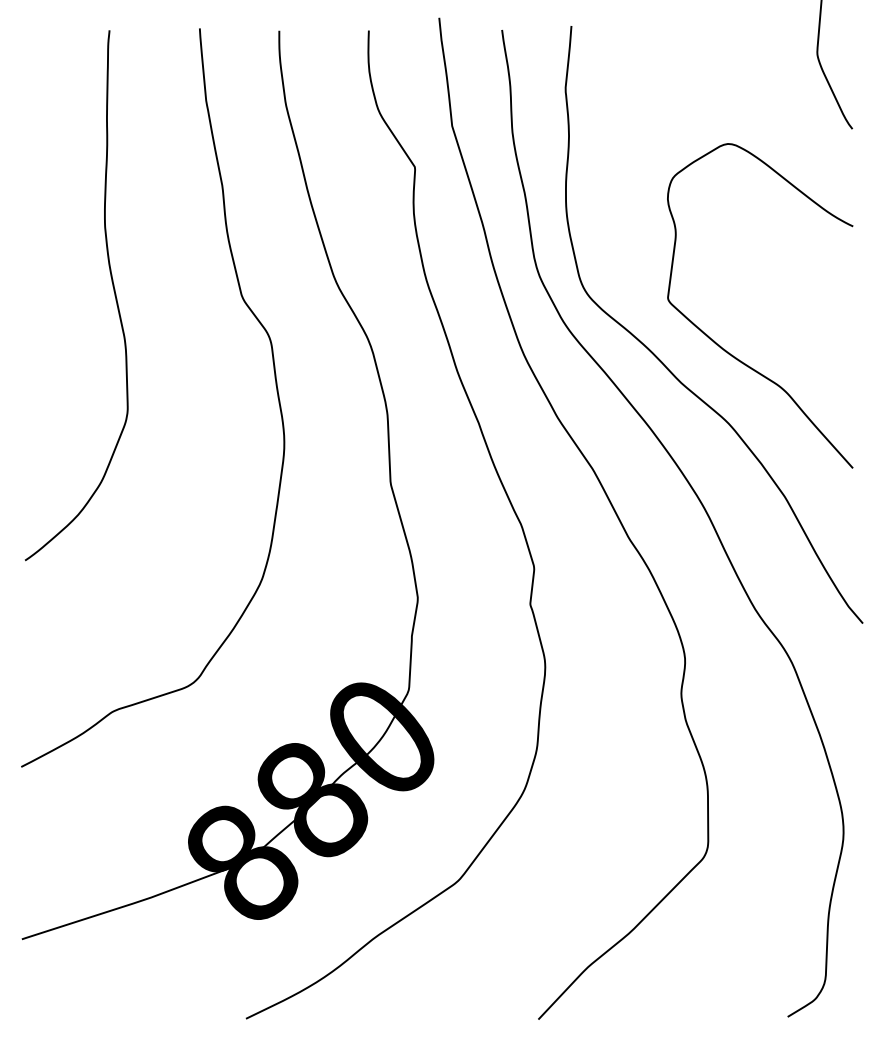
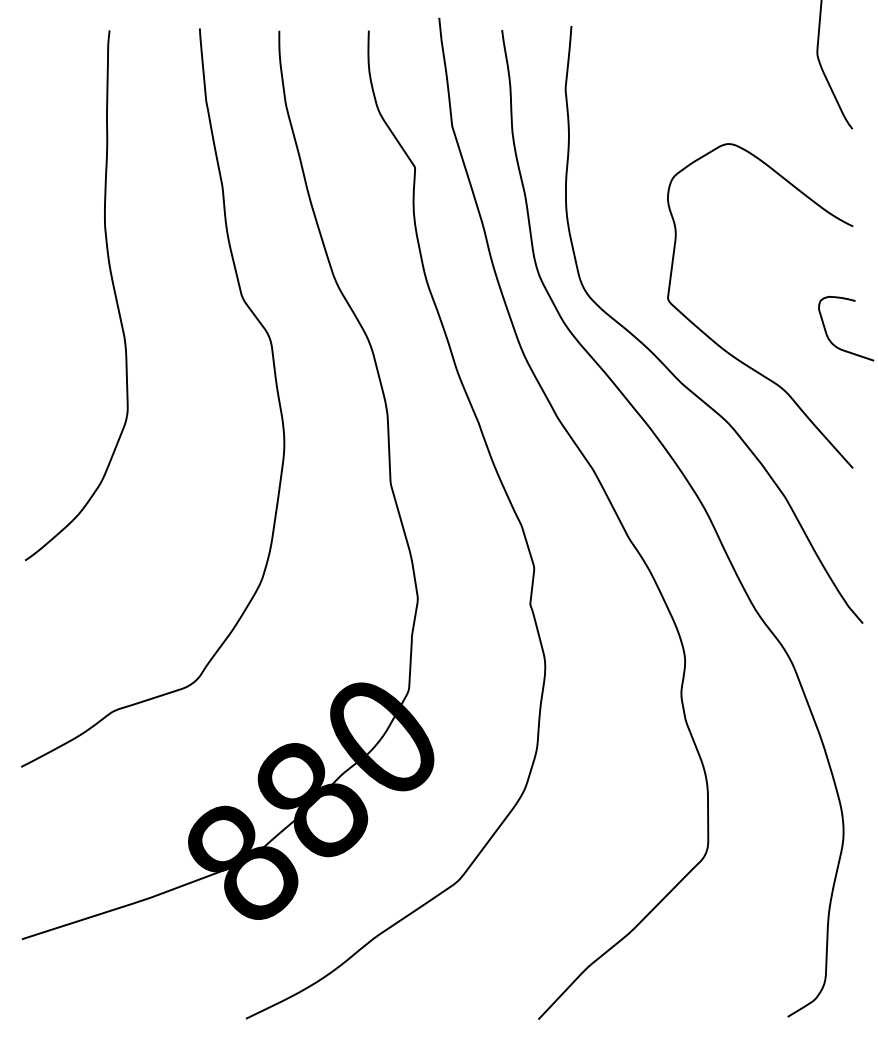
curve at (830, 339): none -> present
